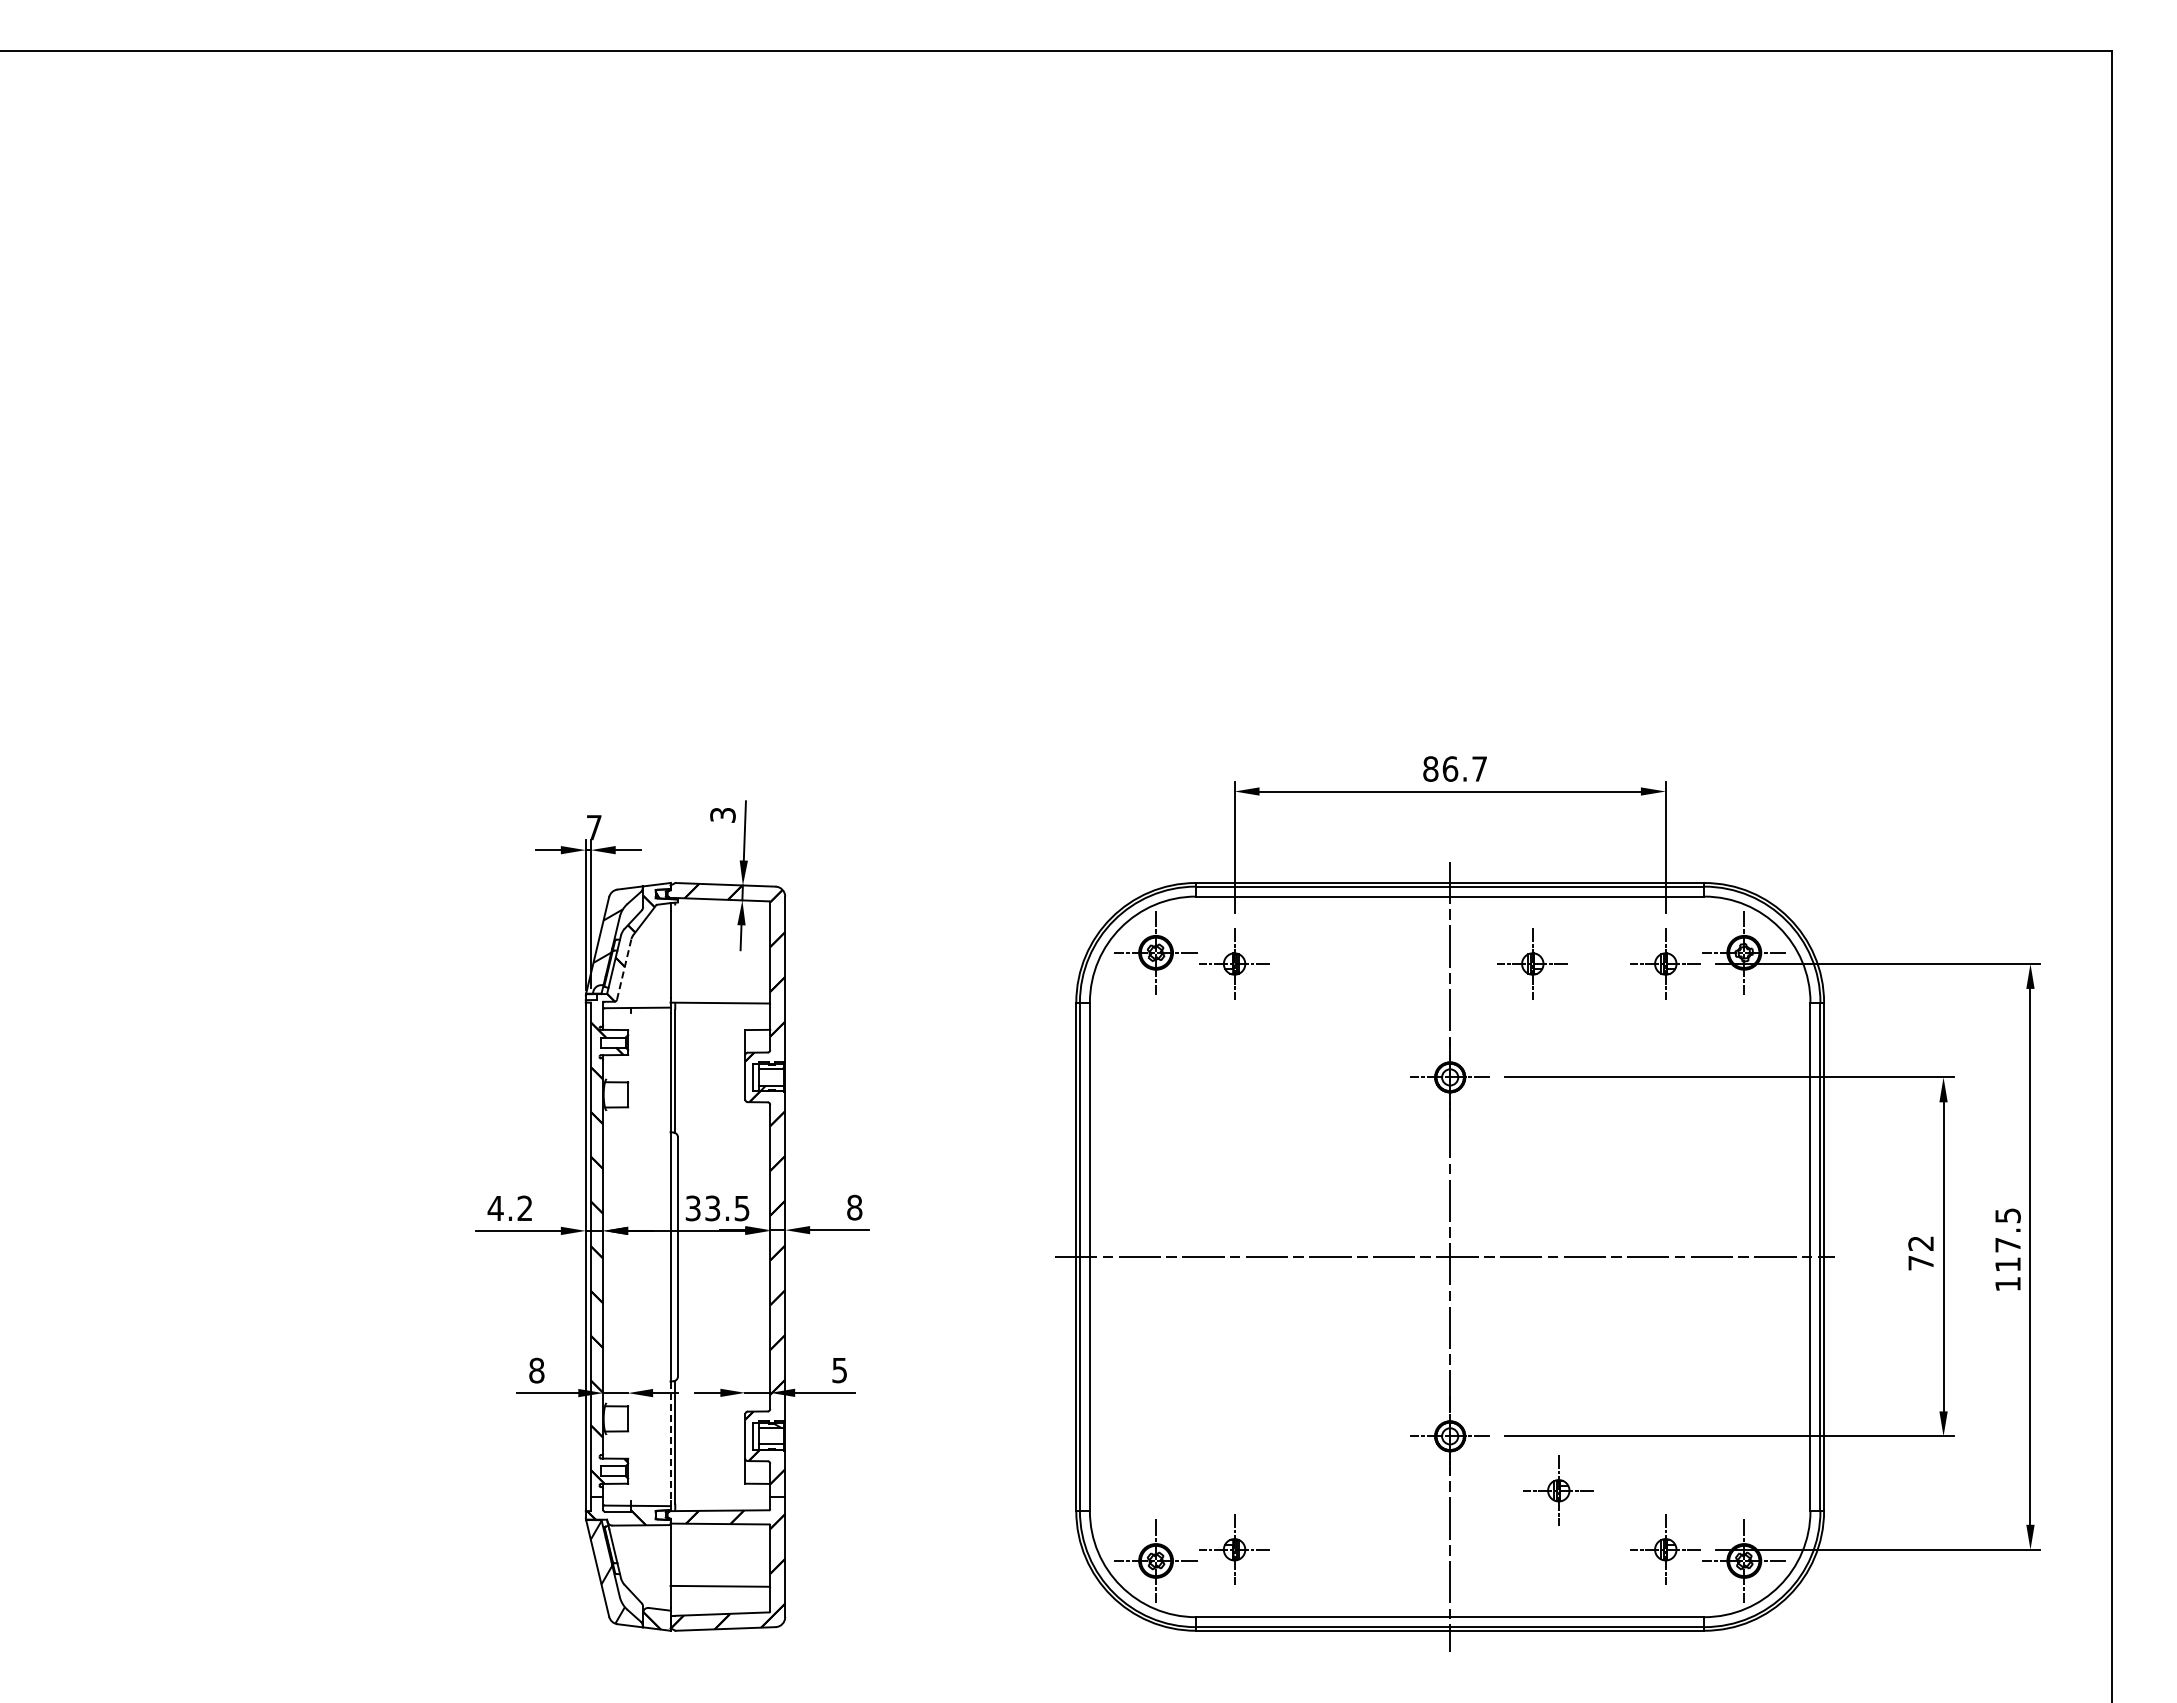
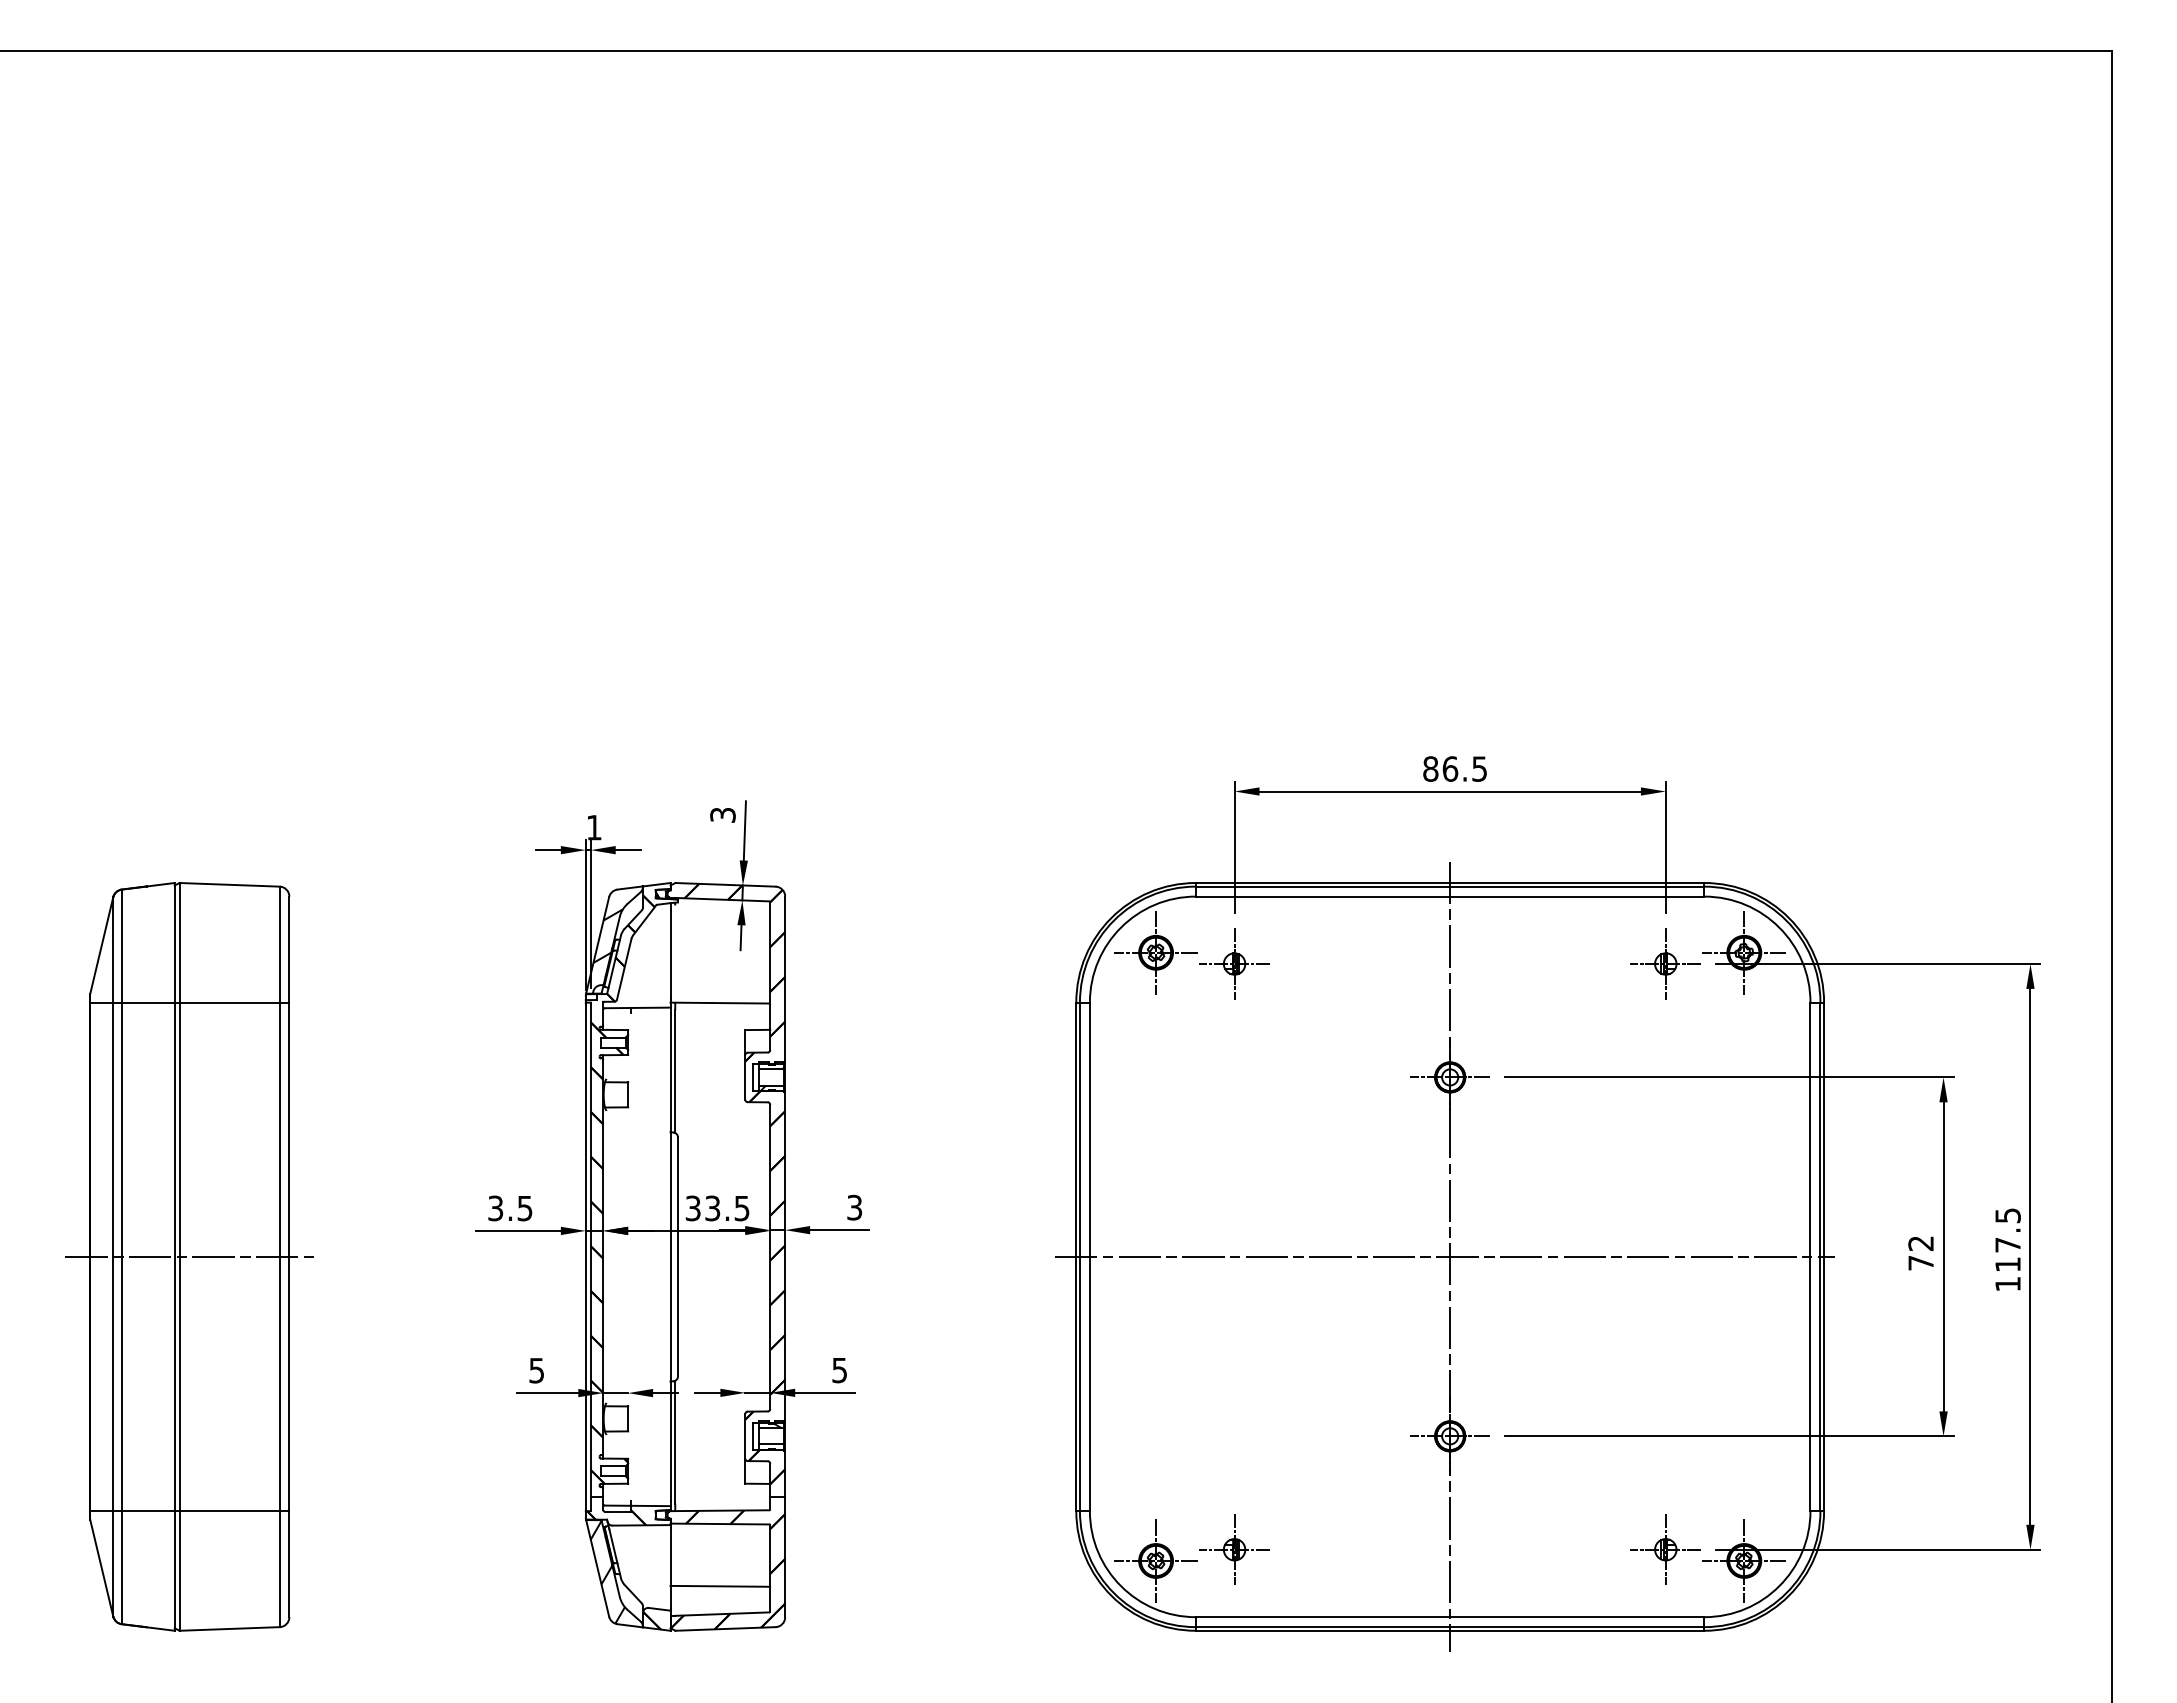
text at (1479, 768): 86.7 -> 86.5
text at (594, 827): 7 -> 1
part at (1532, 963): present -> none
line at (624, 968): dashed -> solid
text at (854, 1207): 8 -> 3
text at (509, 1208): 4.2 -> 3.5
part at (189, 1256): none -> present
text at (536, 1370): 8 -> 5
line at (670, 1441): dashed -> solid
part at (1558, 1490): present -> none
